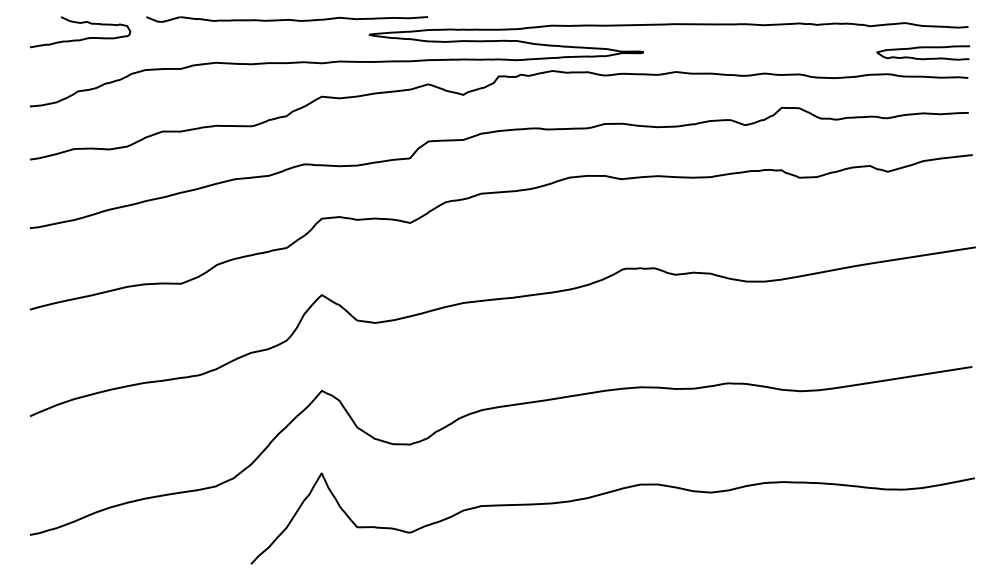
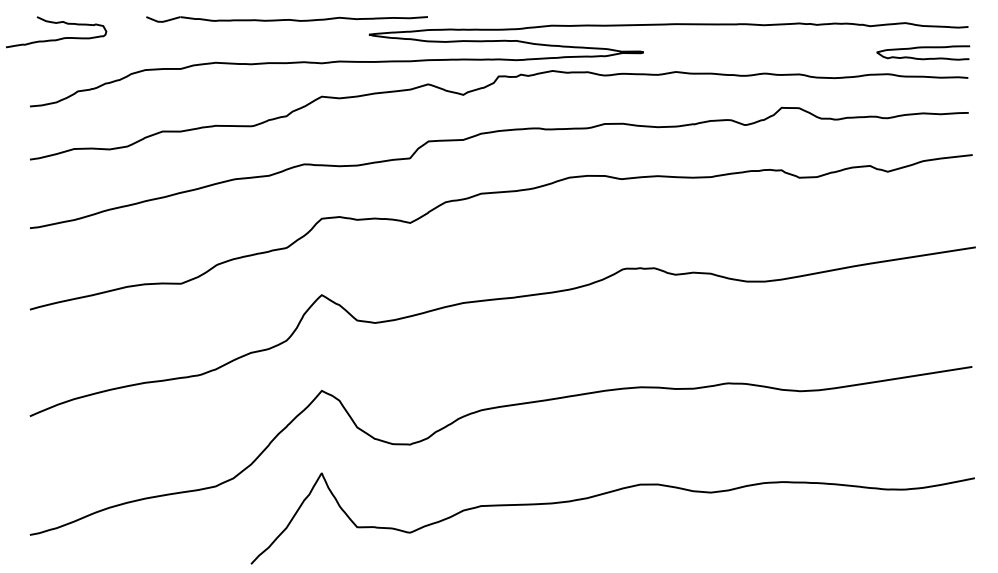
curve at (82, 38) position: (82, 38) -> (58, 38)
